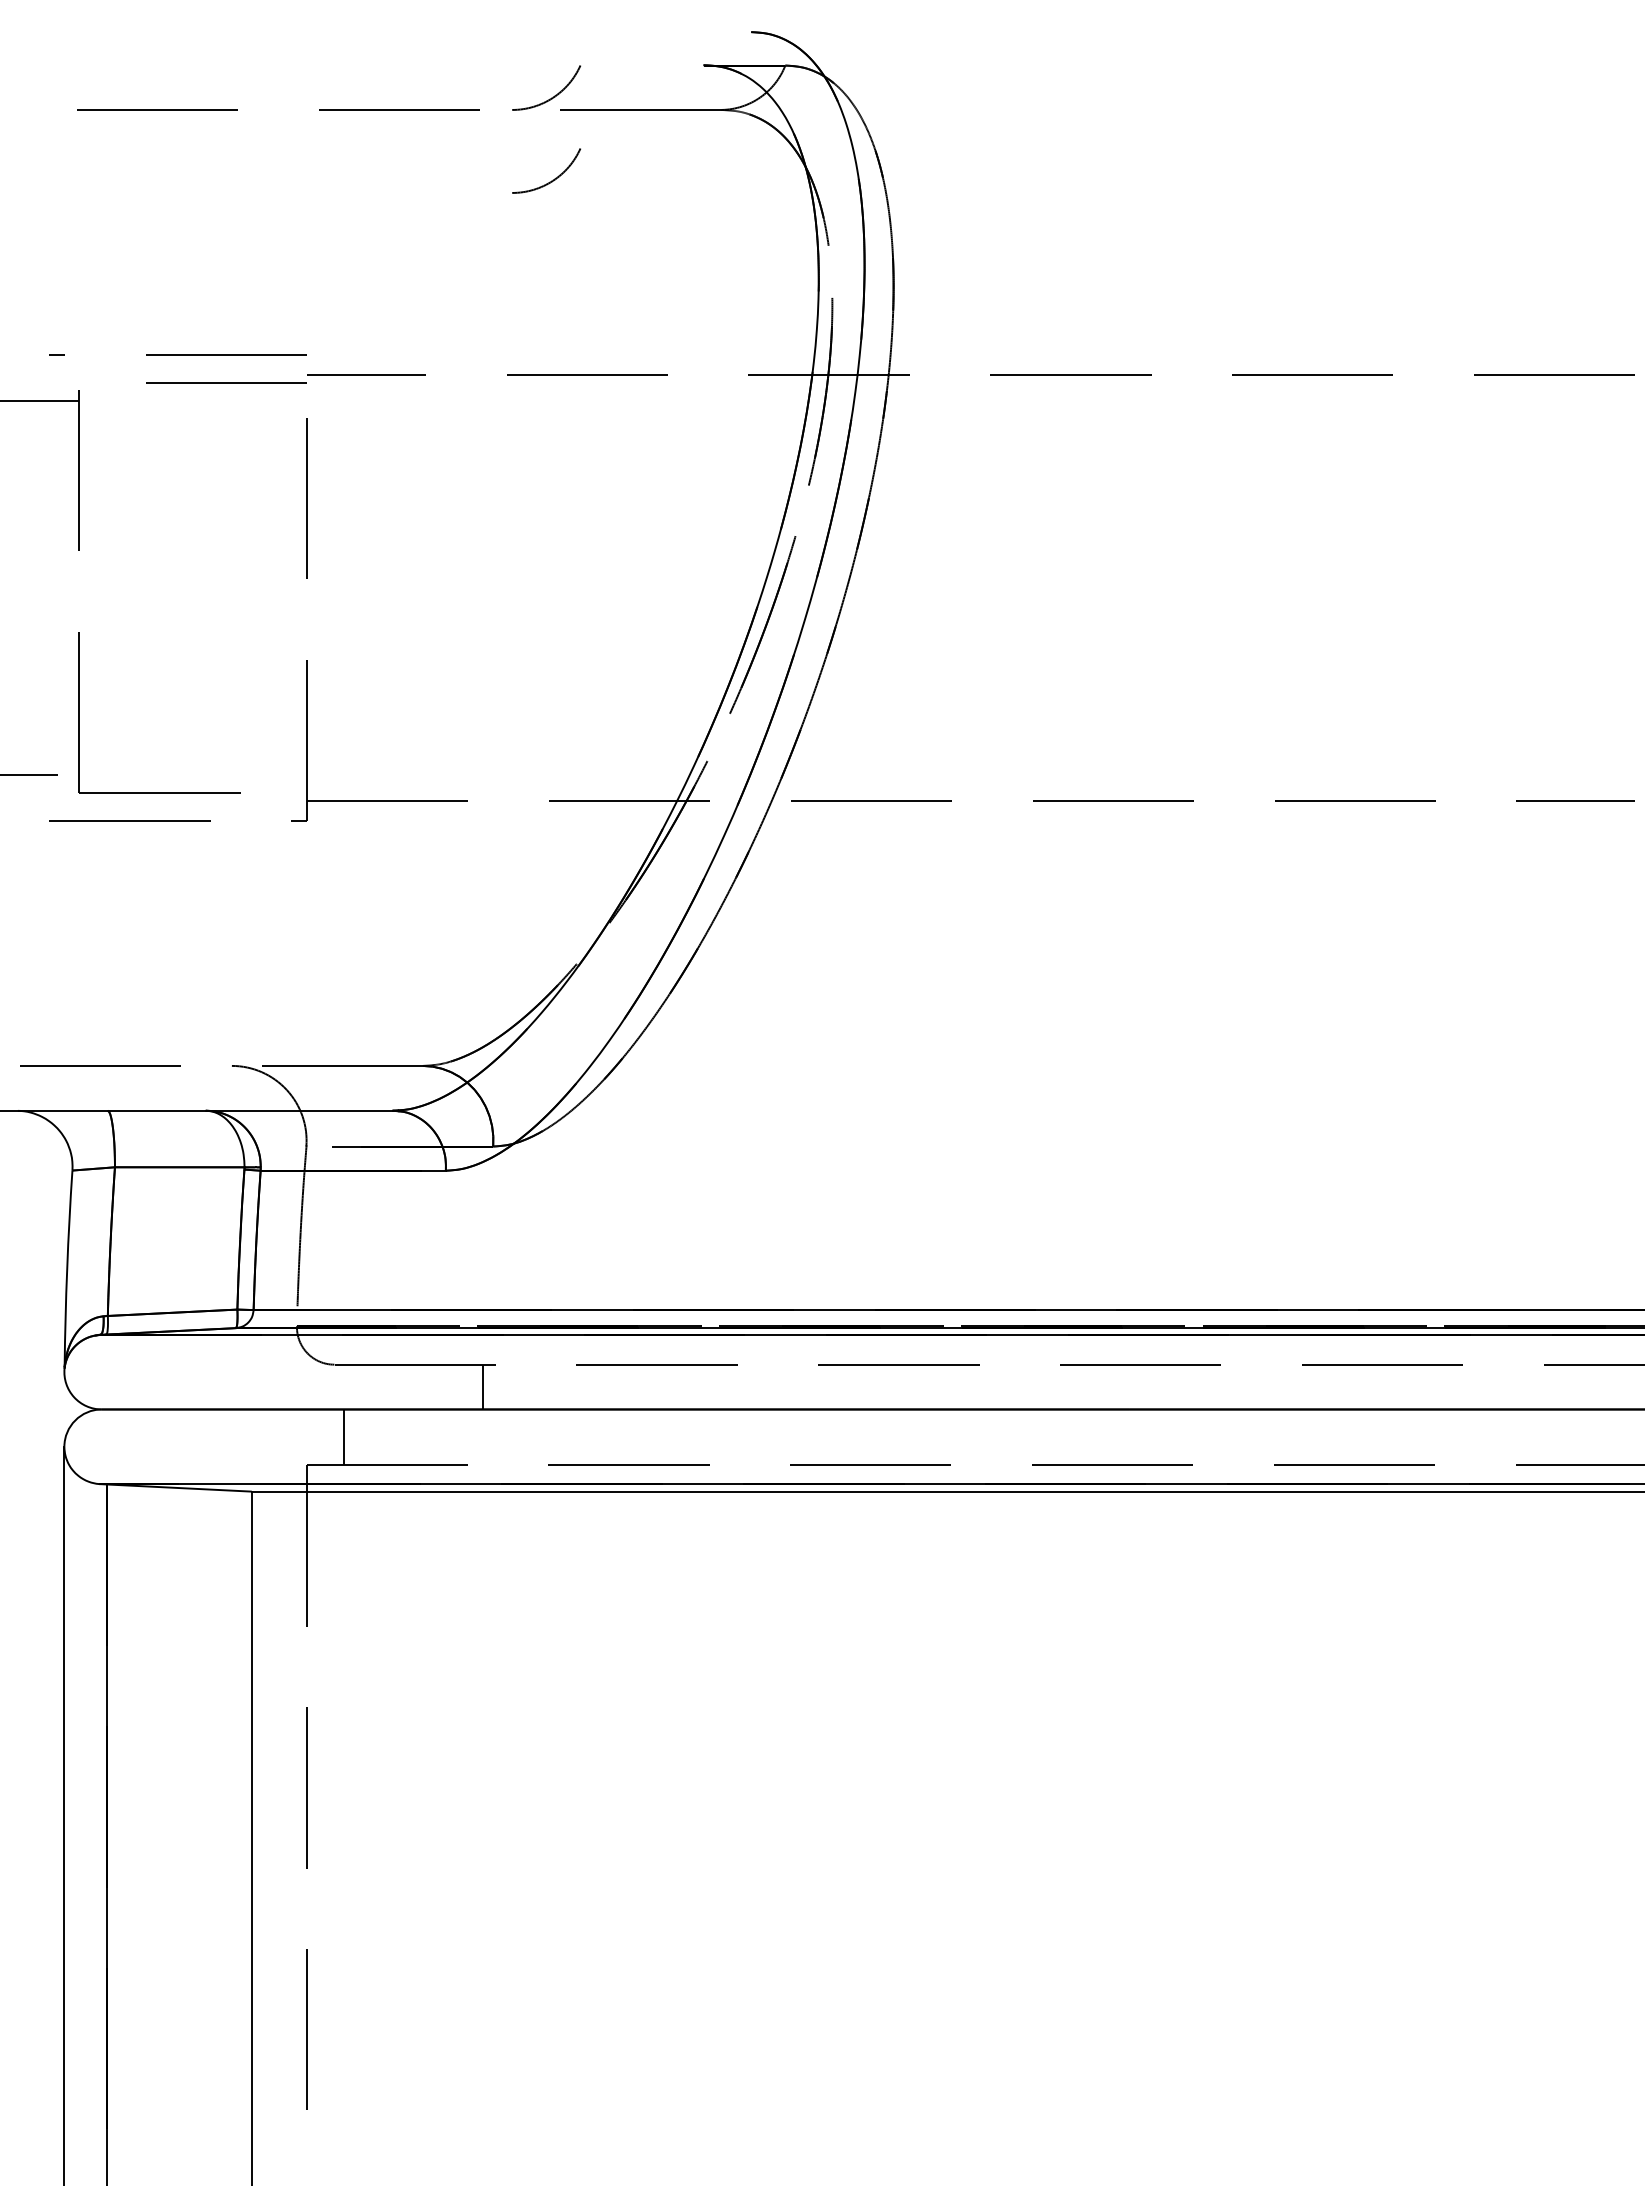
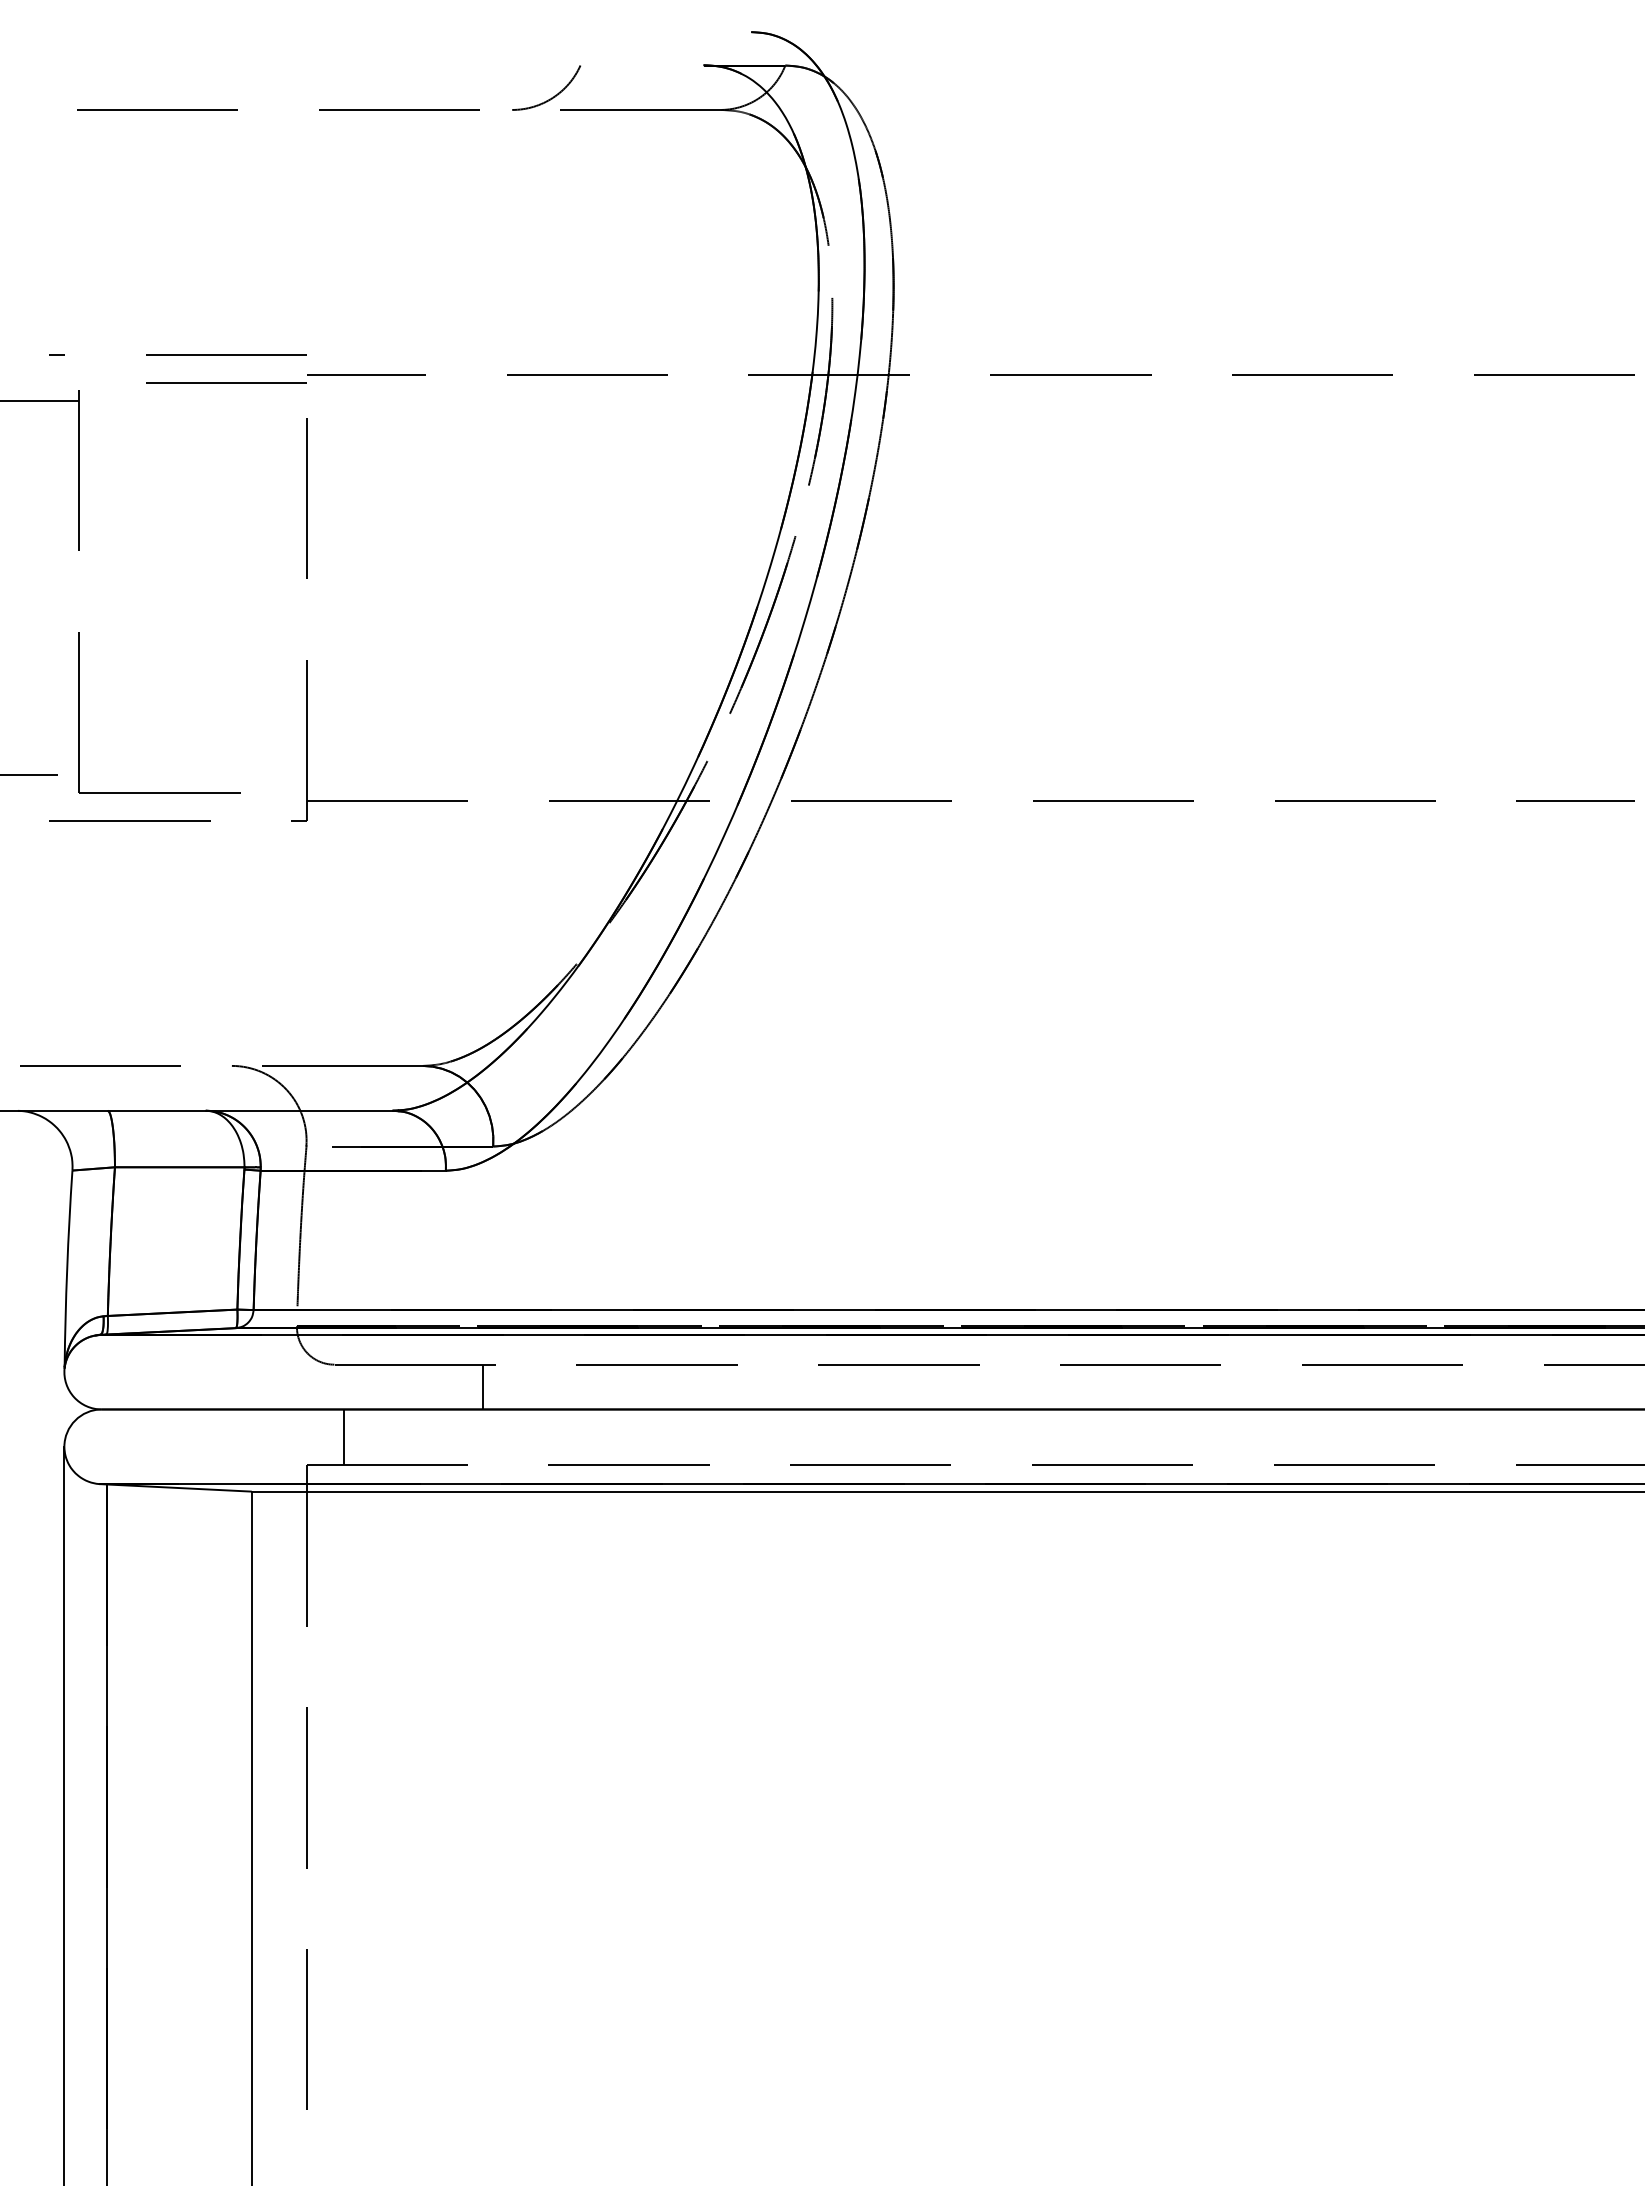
arc at (551, 180): present -> none
